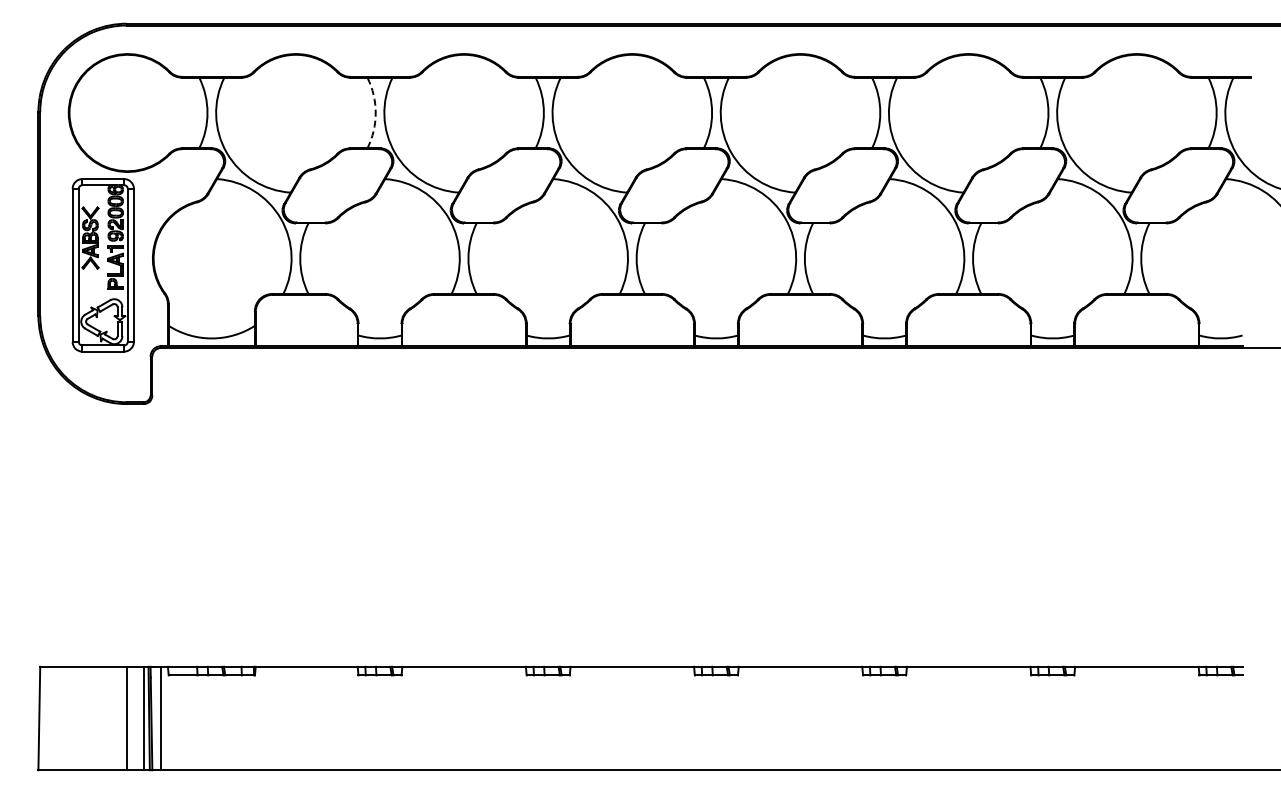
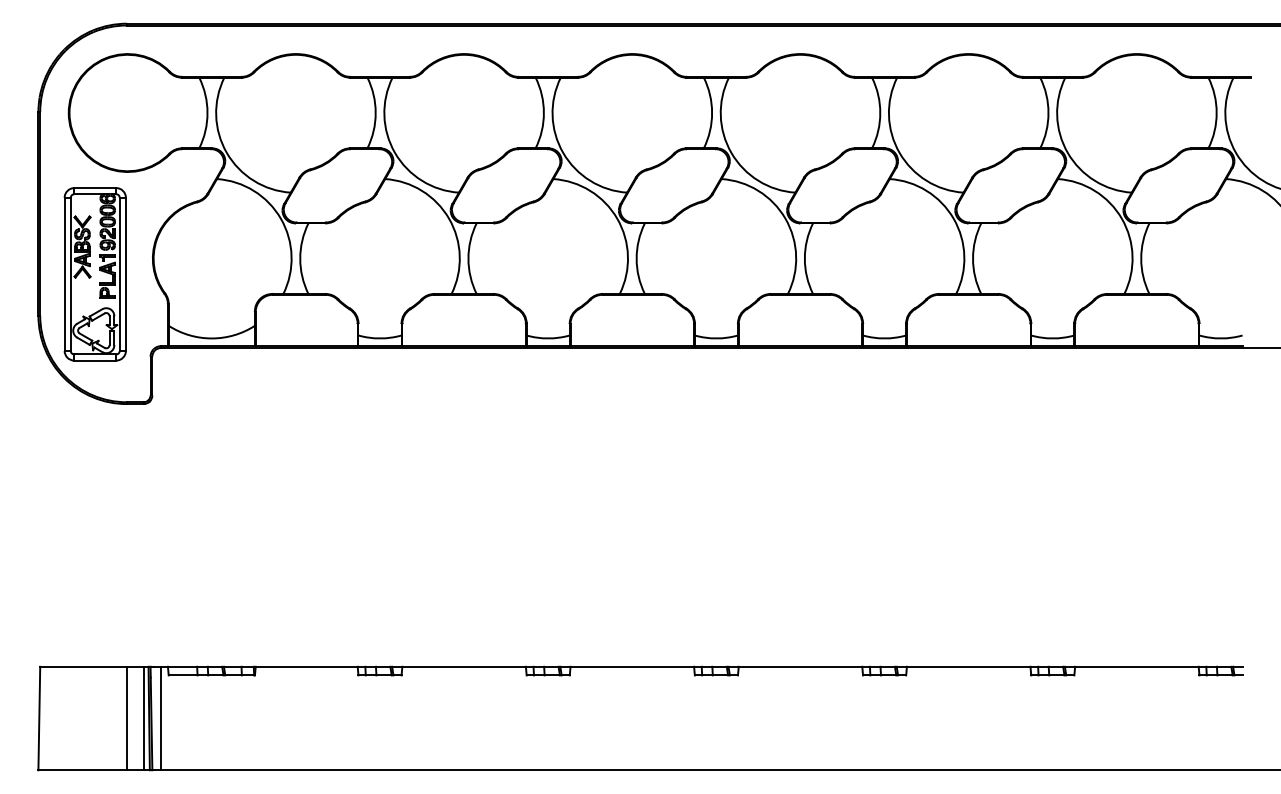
arc at (375, 113): dashed -> solid
part at (102, 265) position: (102, 265) -> (94, 274)
